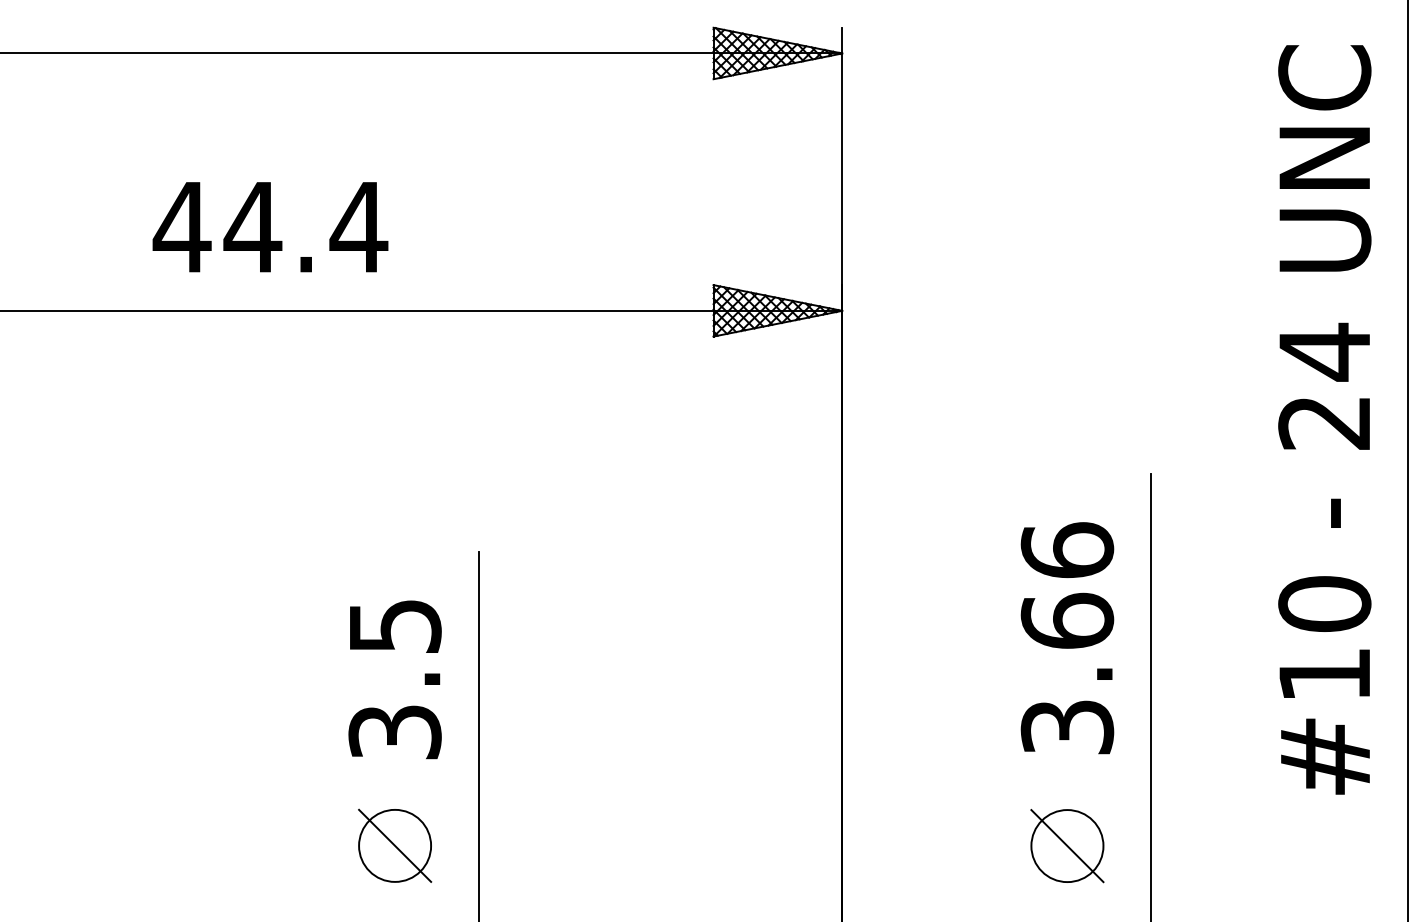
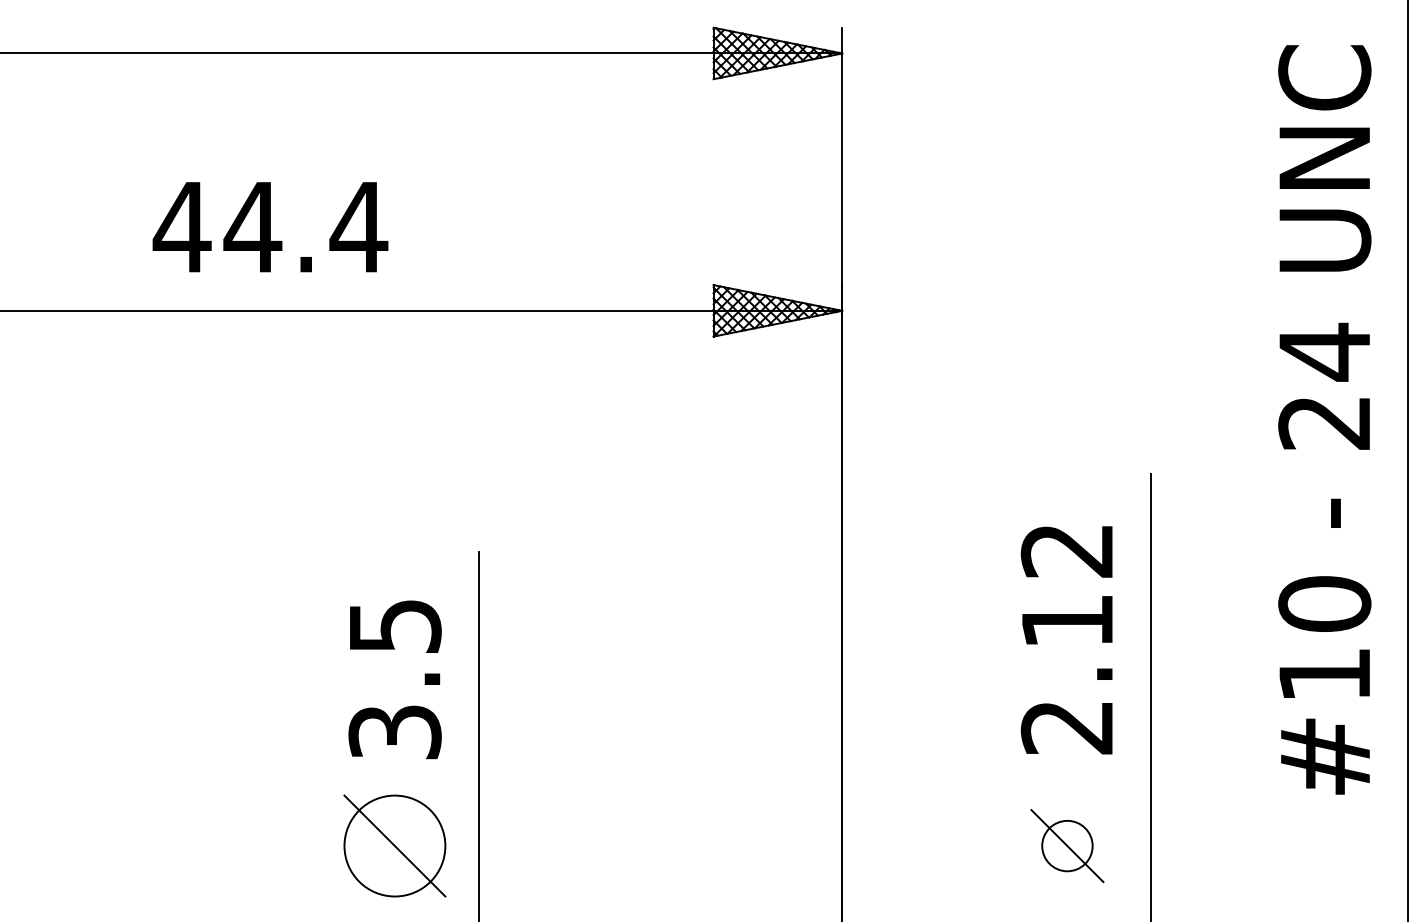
text at (1067, 638): 3.66 -> 2.12
part at (395, 845) size: 75x75 px -> 104x104 px
circle at (1067, 846) diameter: 72 px -> 50 px
